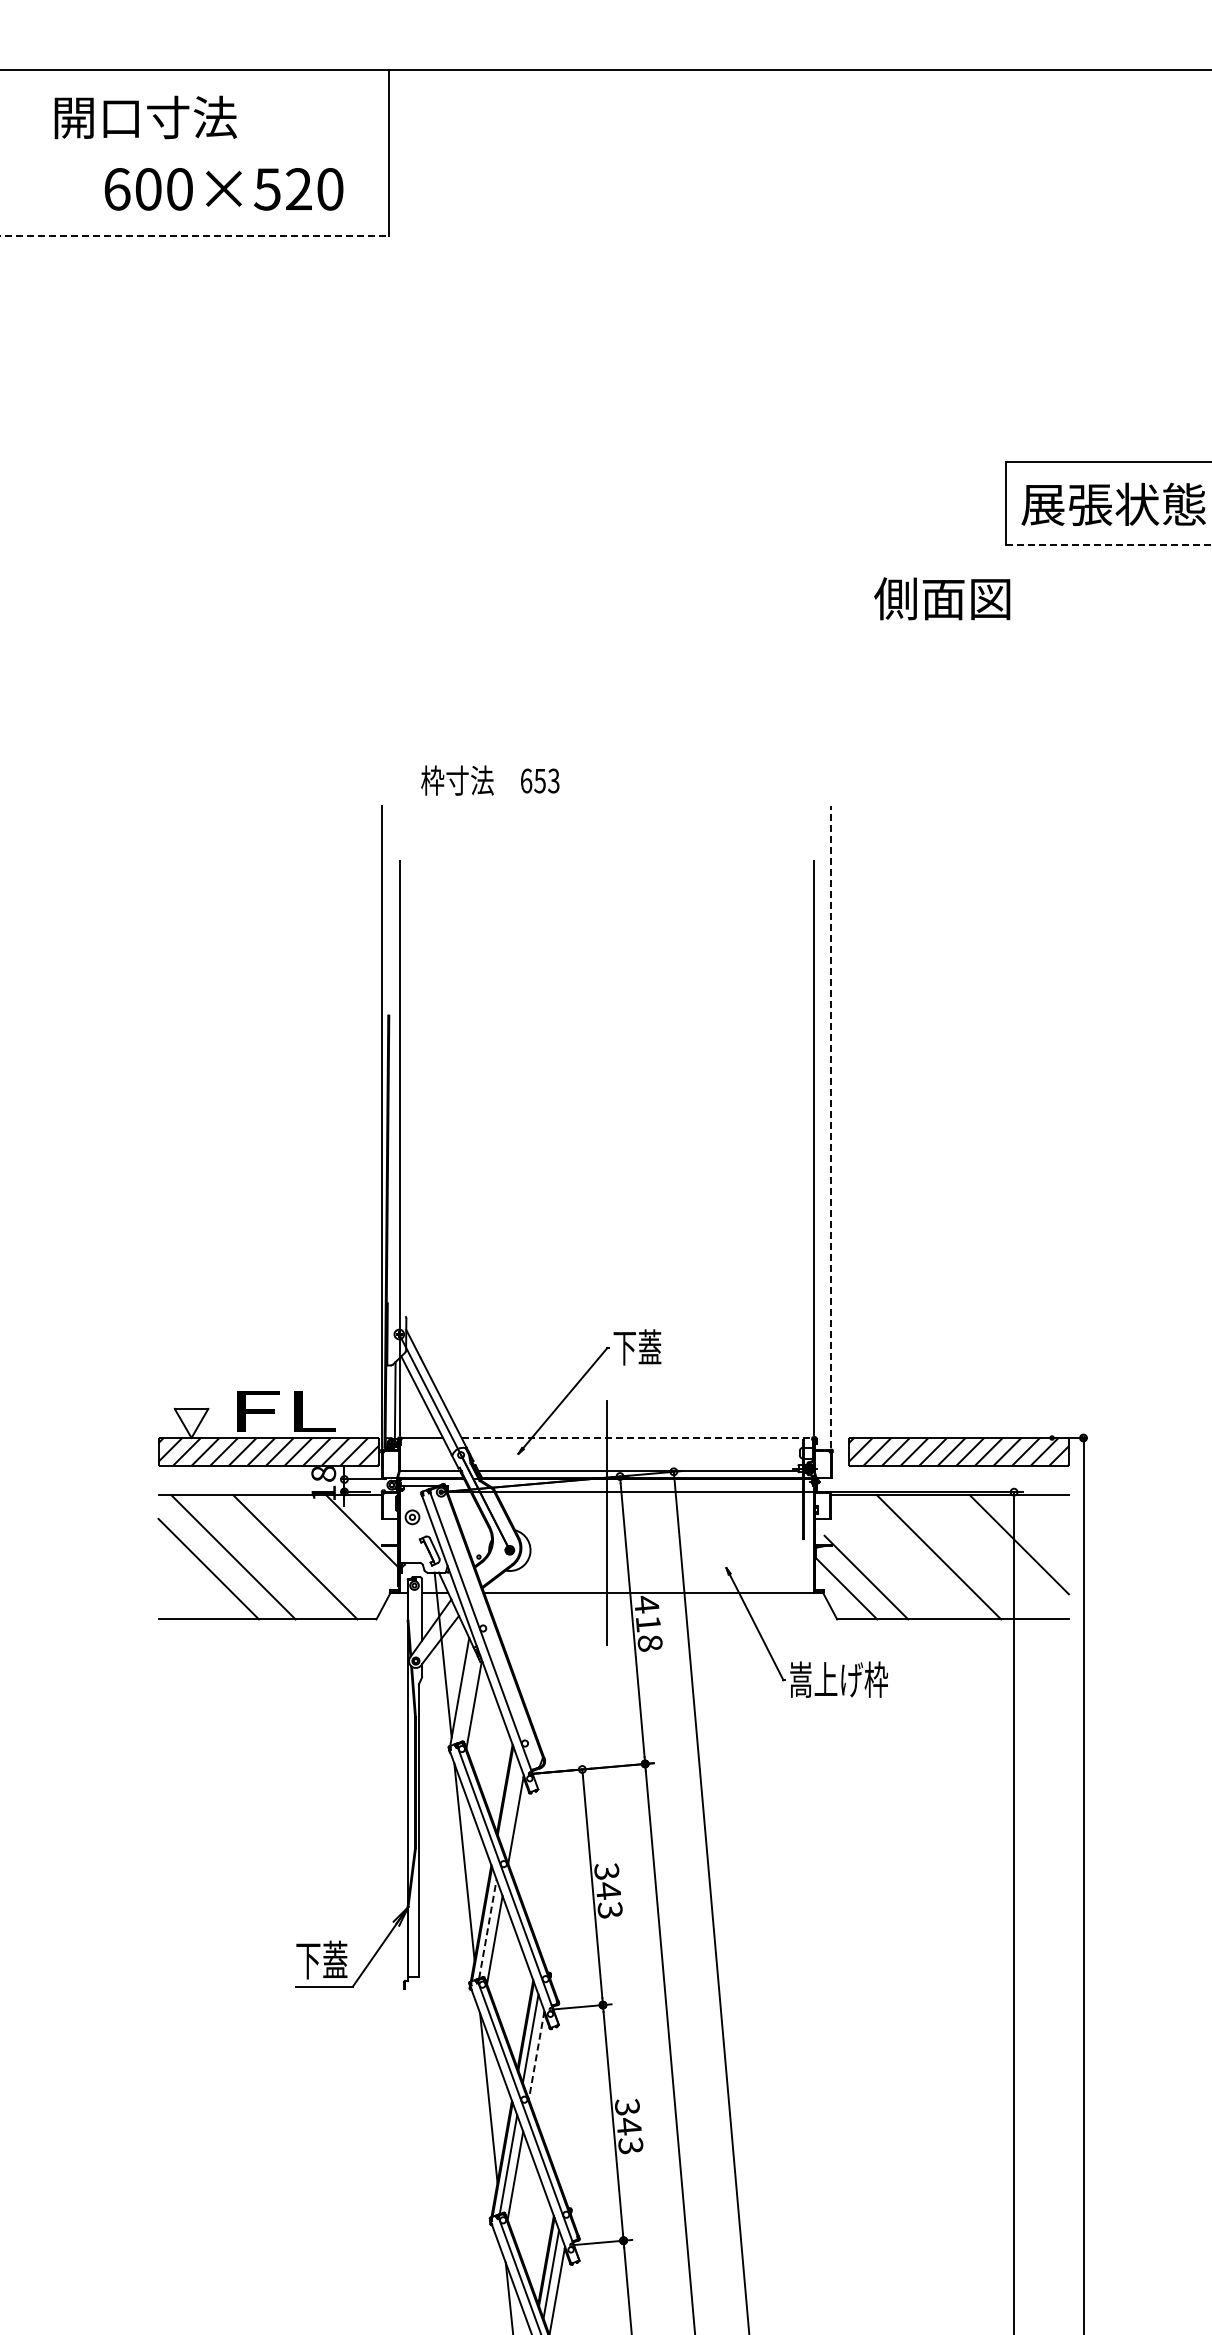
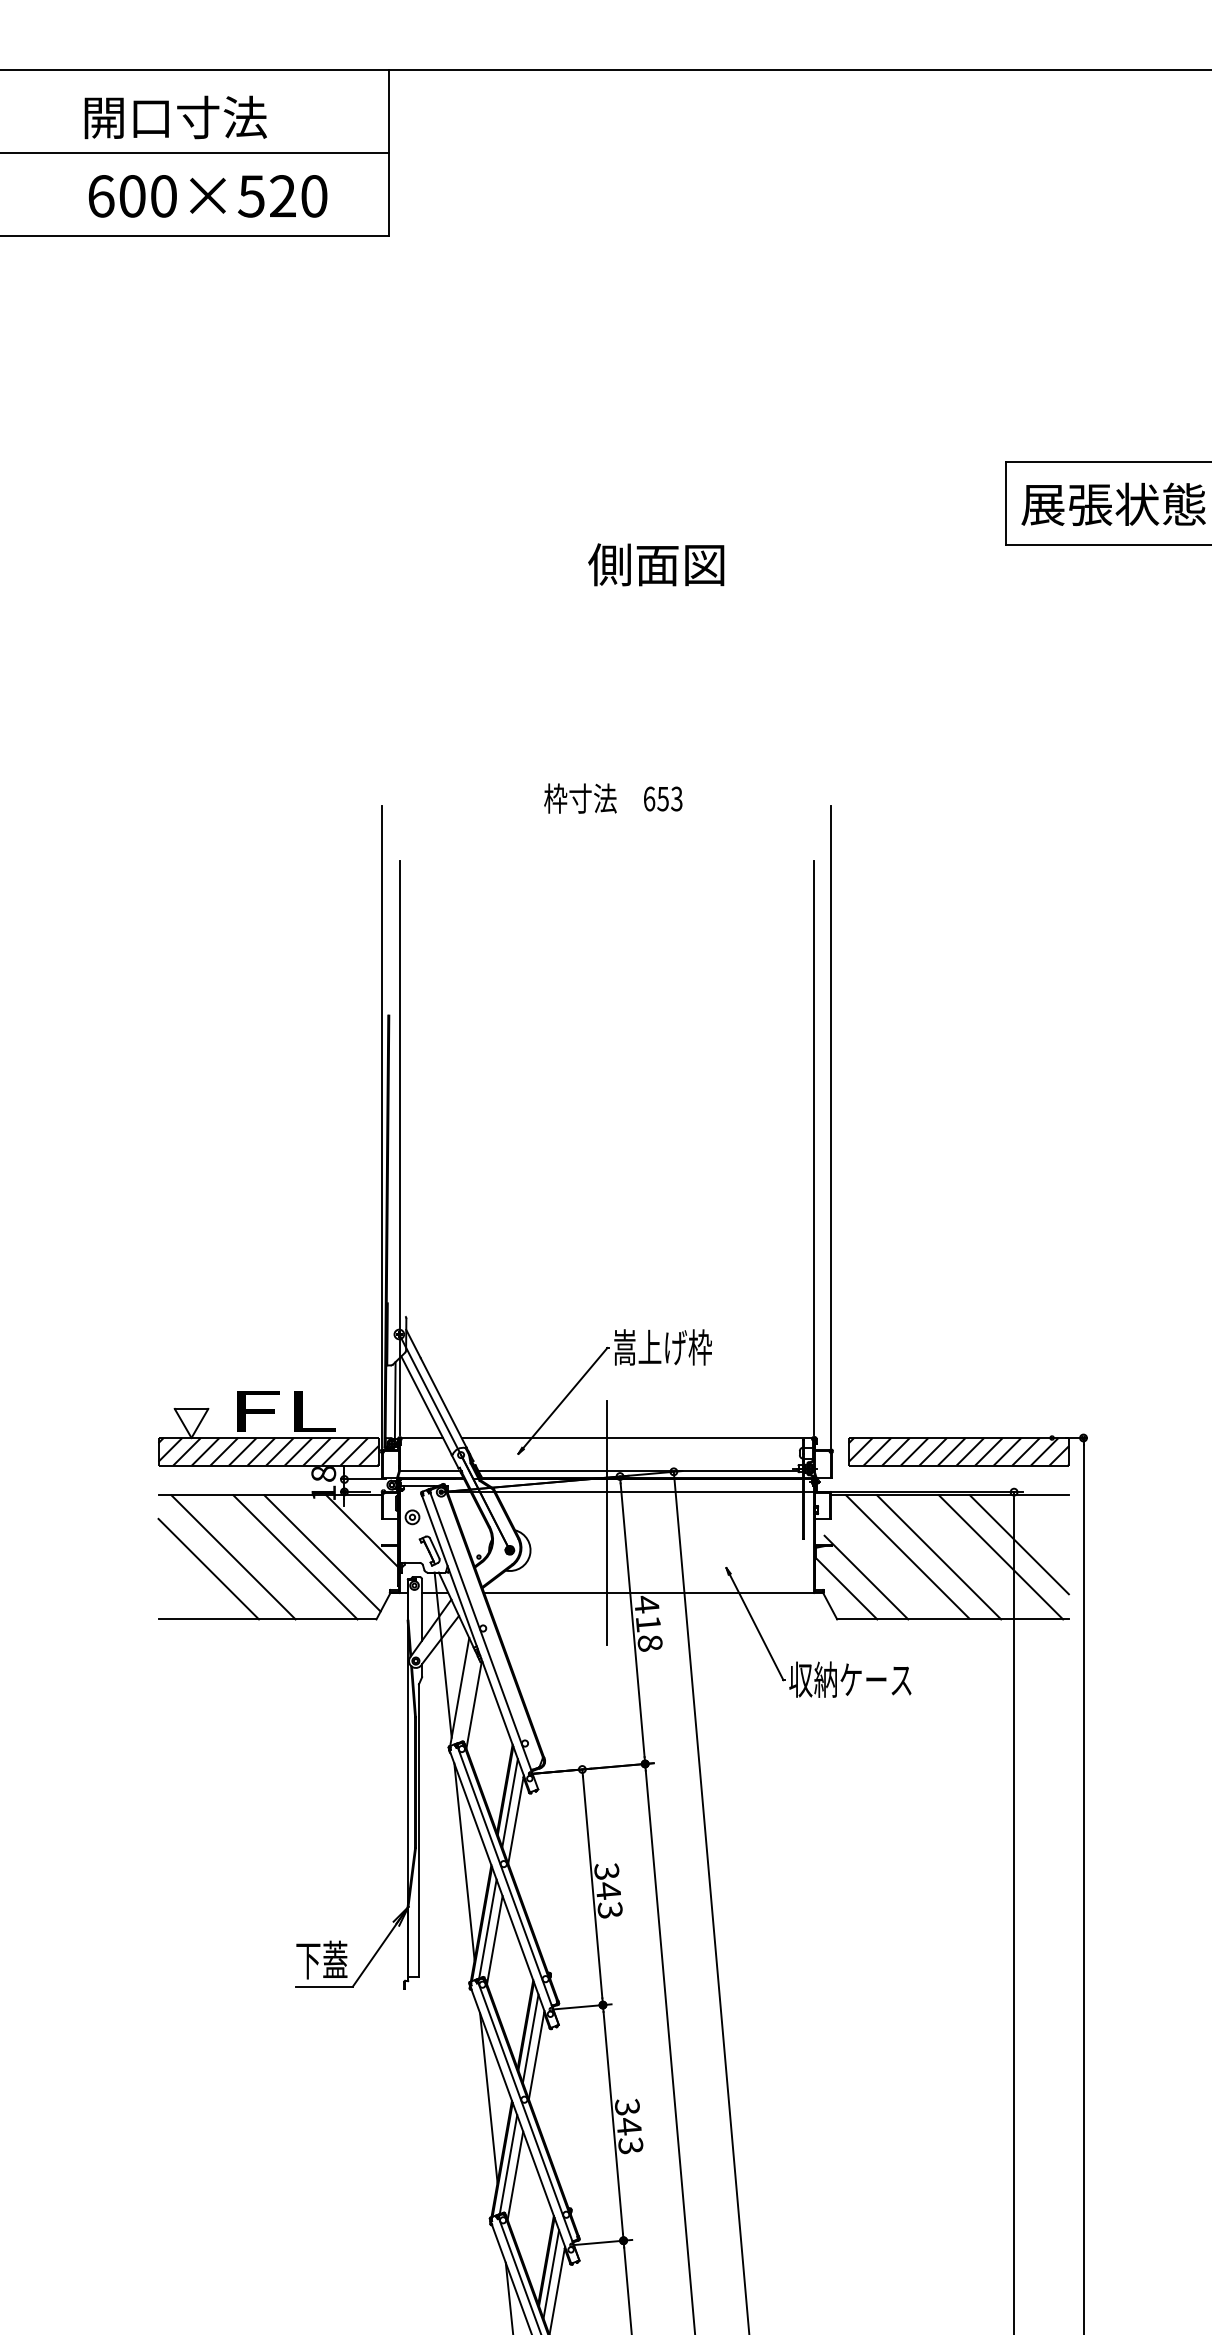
text at (145, 117) position: (145, 117) -> (175, 117)
line at (195, 152): none -> present
text at (224, 189) position: (224, 189) -> (208, 196)
line at (195, 235): dashed -> solid
line at (1109, 545): dashed -> solid
text at (942, 598) position: (942, 598) -> (656, 564)
text at (490, 780) position: (490, 780) -> (613, 798)
line at (831, 1126): dashed -> solid
text at (662, 1347): 下蓋 -> 嵩上げ枠
line at (637, 1438): dashed -> solid
line at (322, 1553): none -> present
line at (907, 1556): none -> present
line at (1000, 1557): none -> present
text at (850, 1679): 嵩上げ枠 -> 収納ケース
line at (509, 1803): none -> present
line at (487, 1928): dashed -> solid
line at (536, 2055): dashed -> solid
